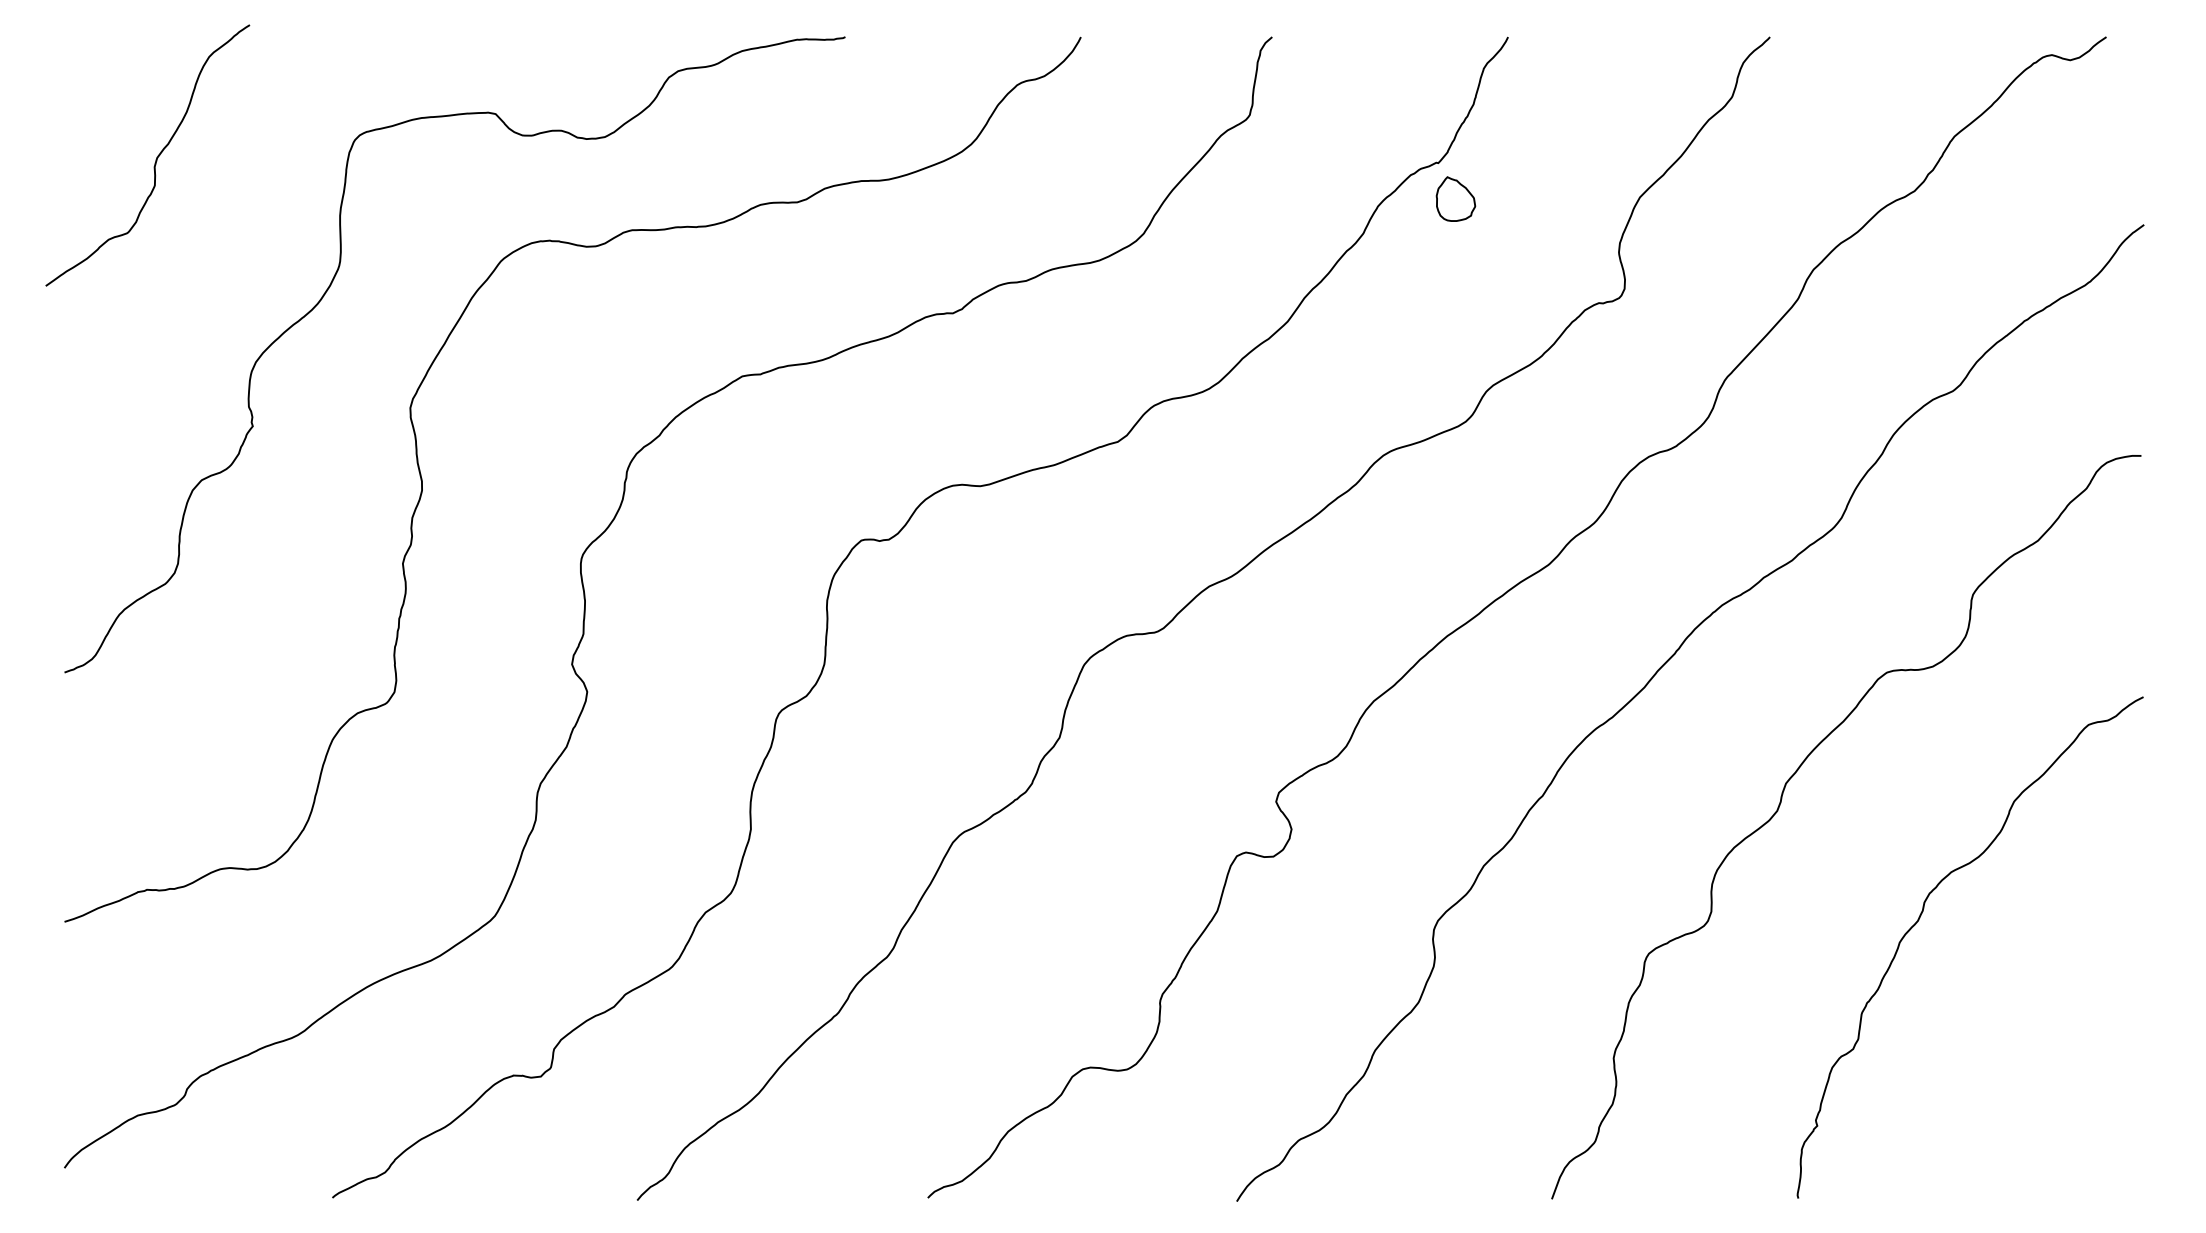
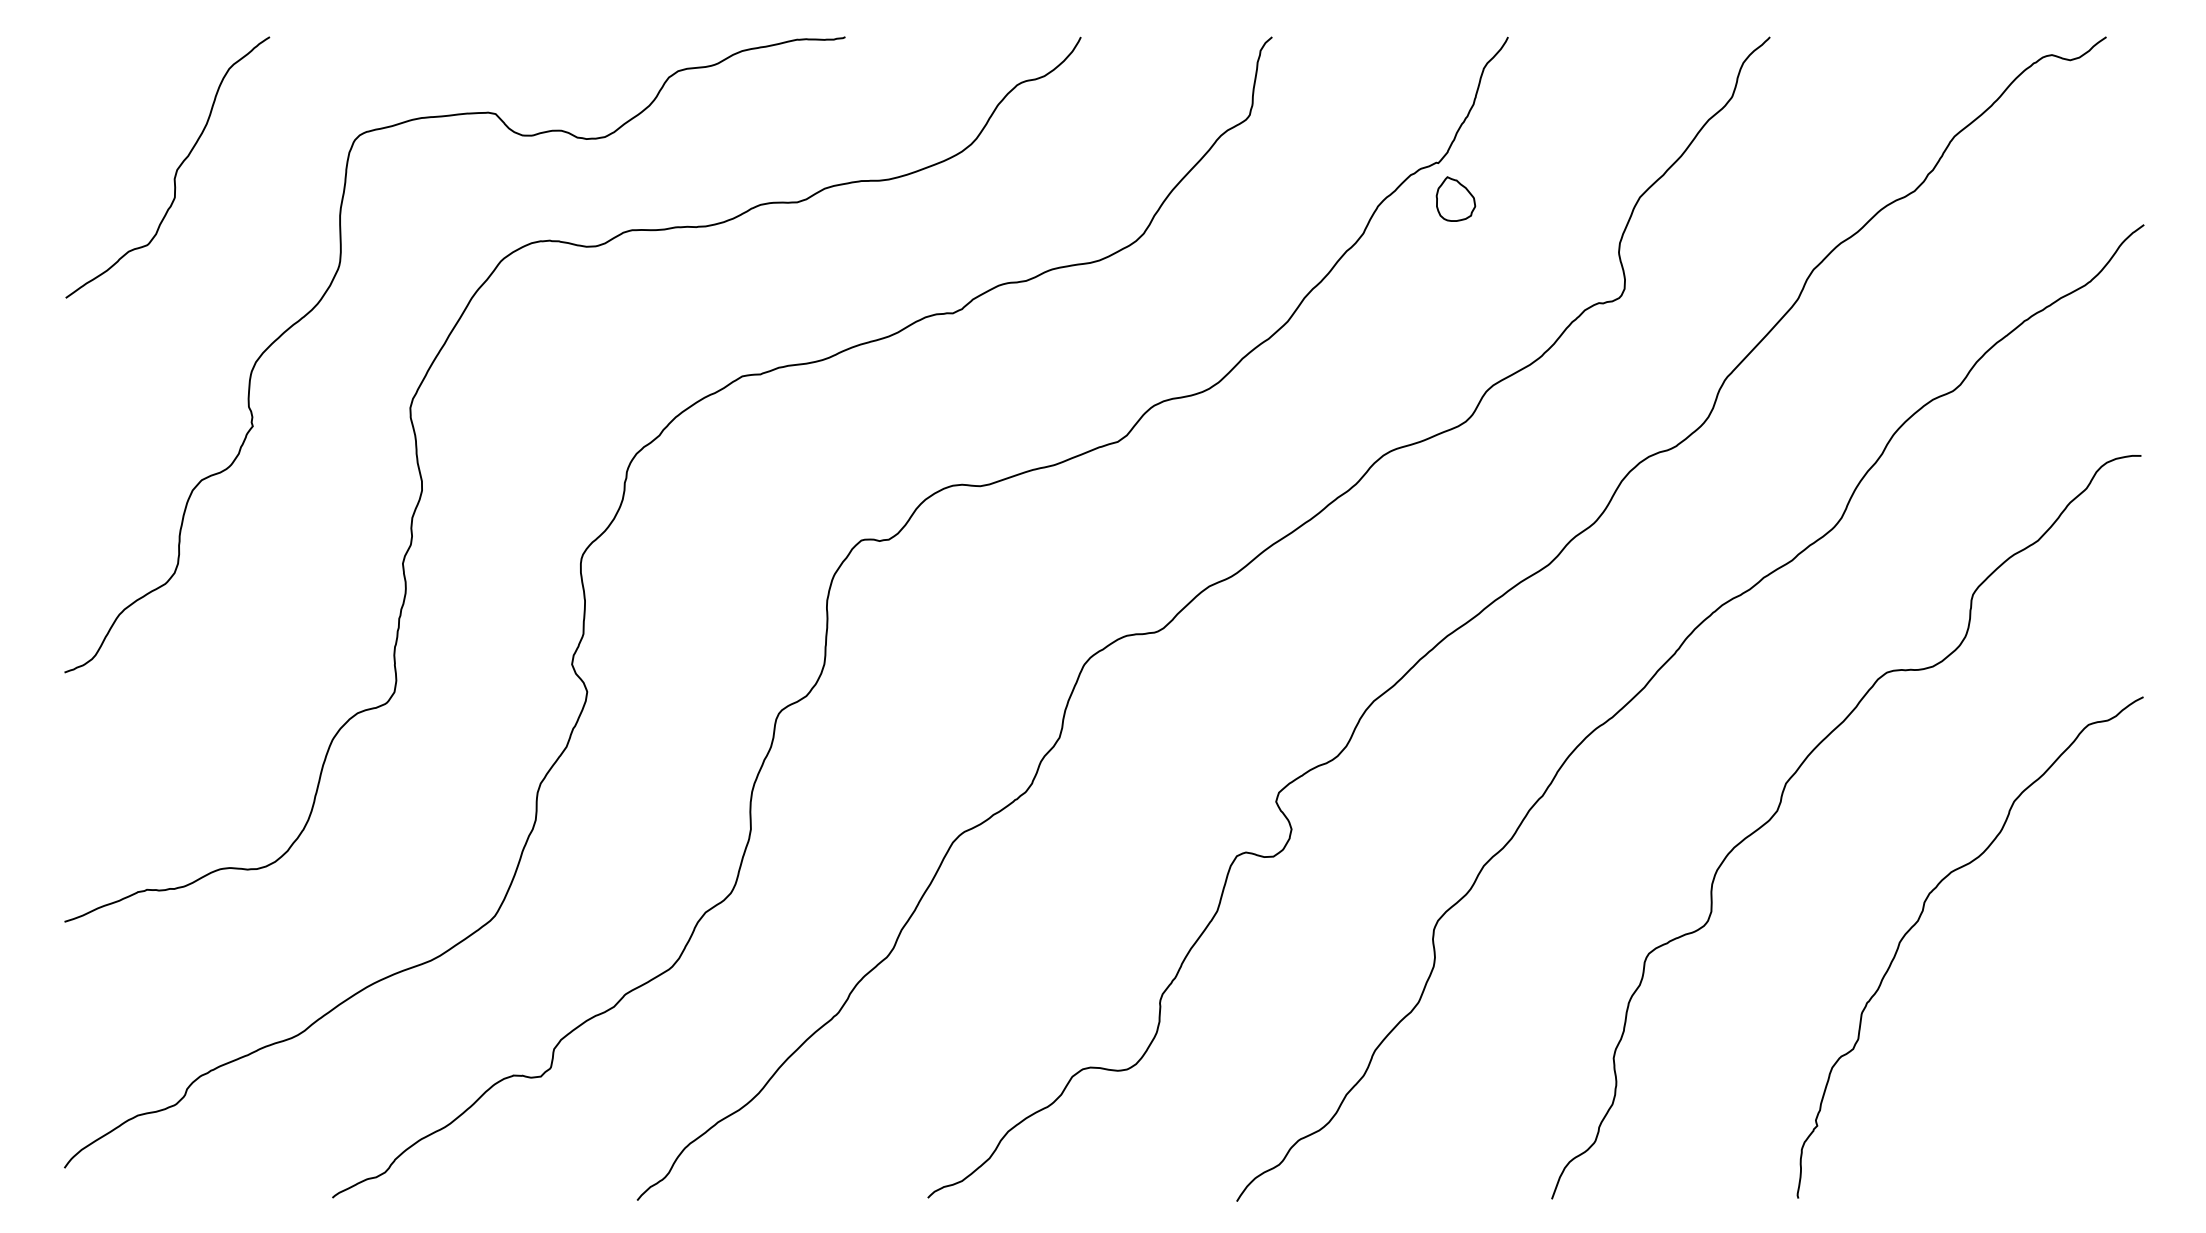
curve at (155, 159) position: (155, 159) -> (175, 171)
